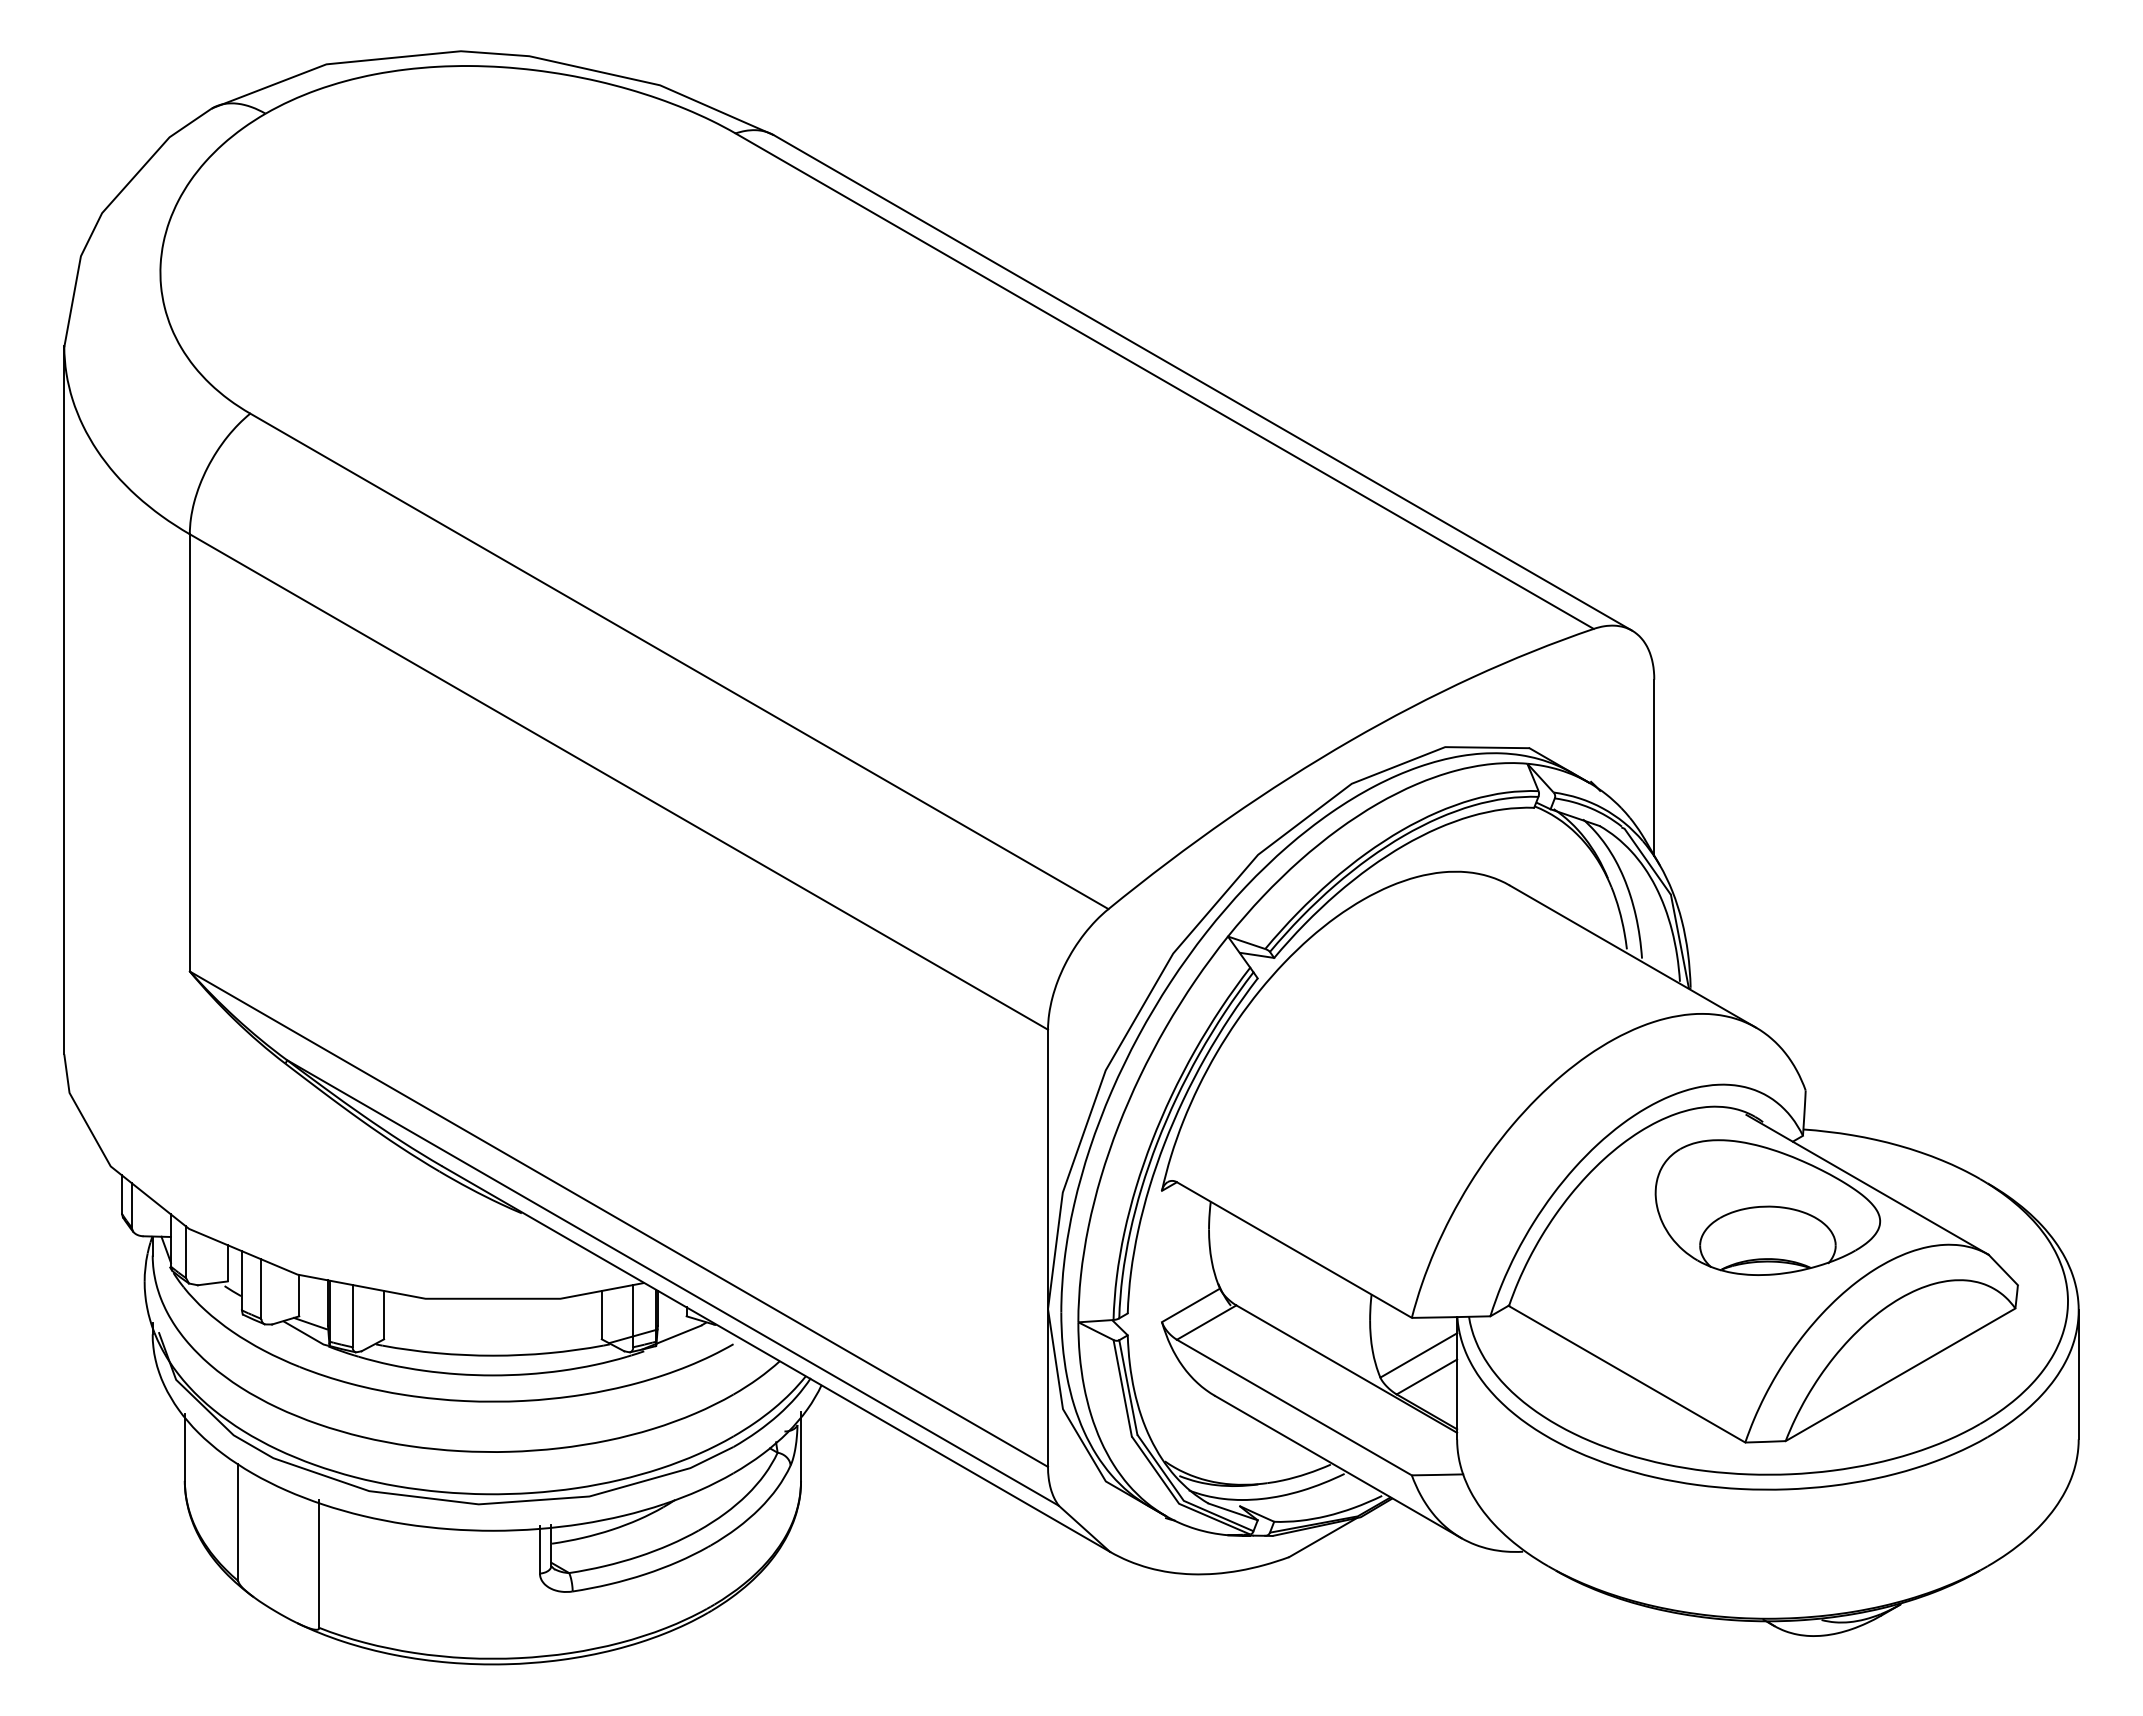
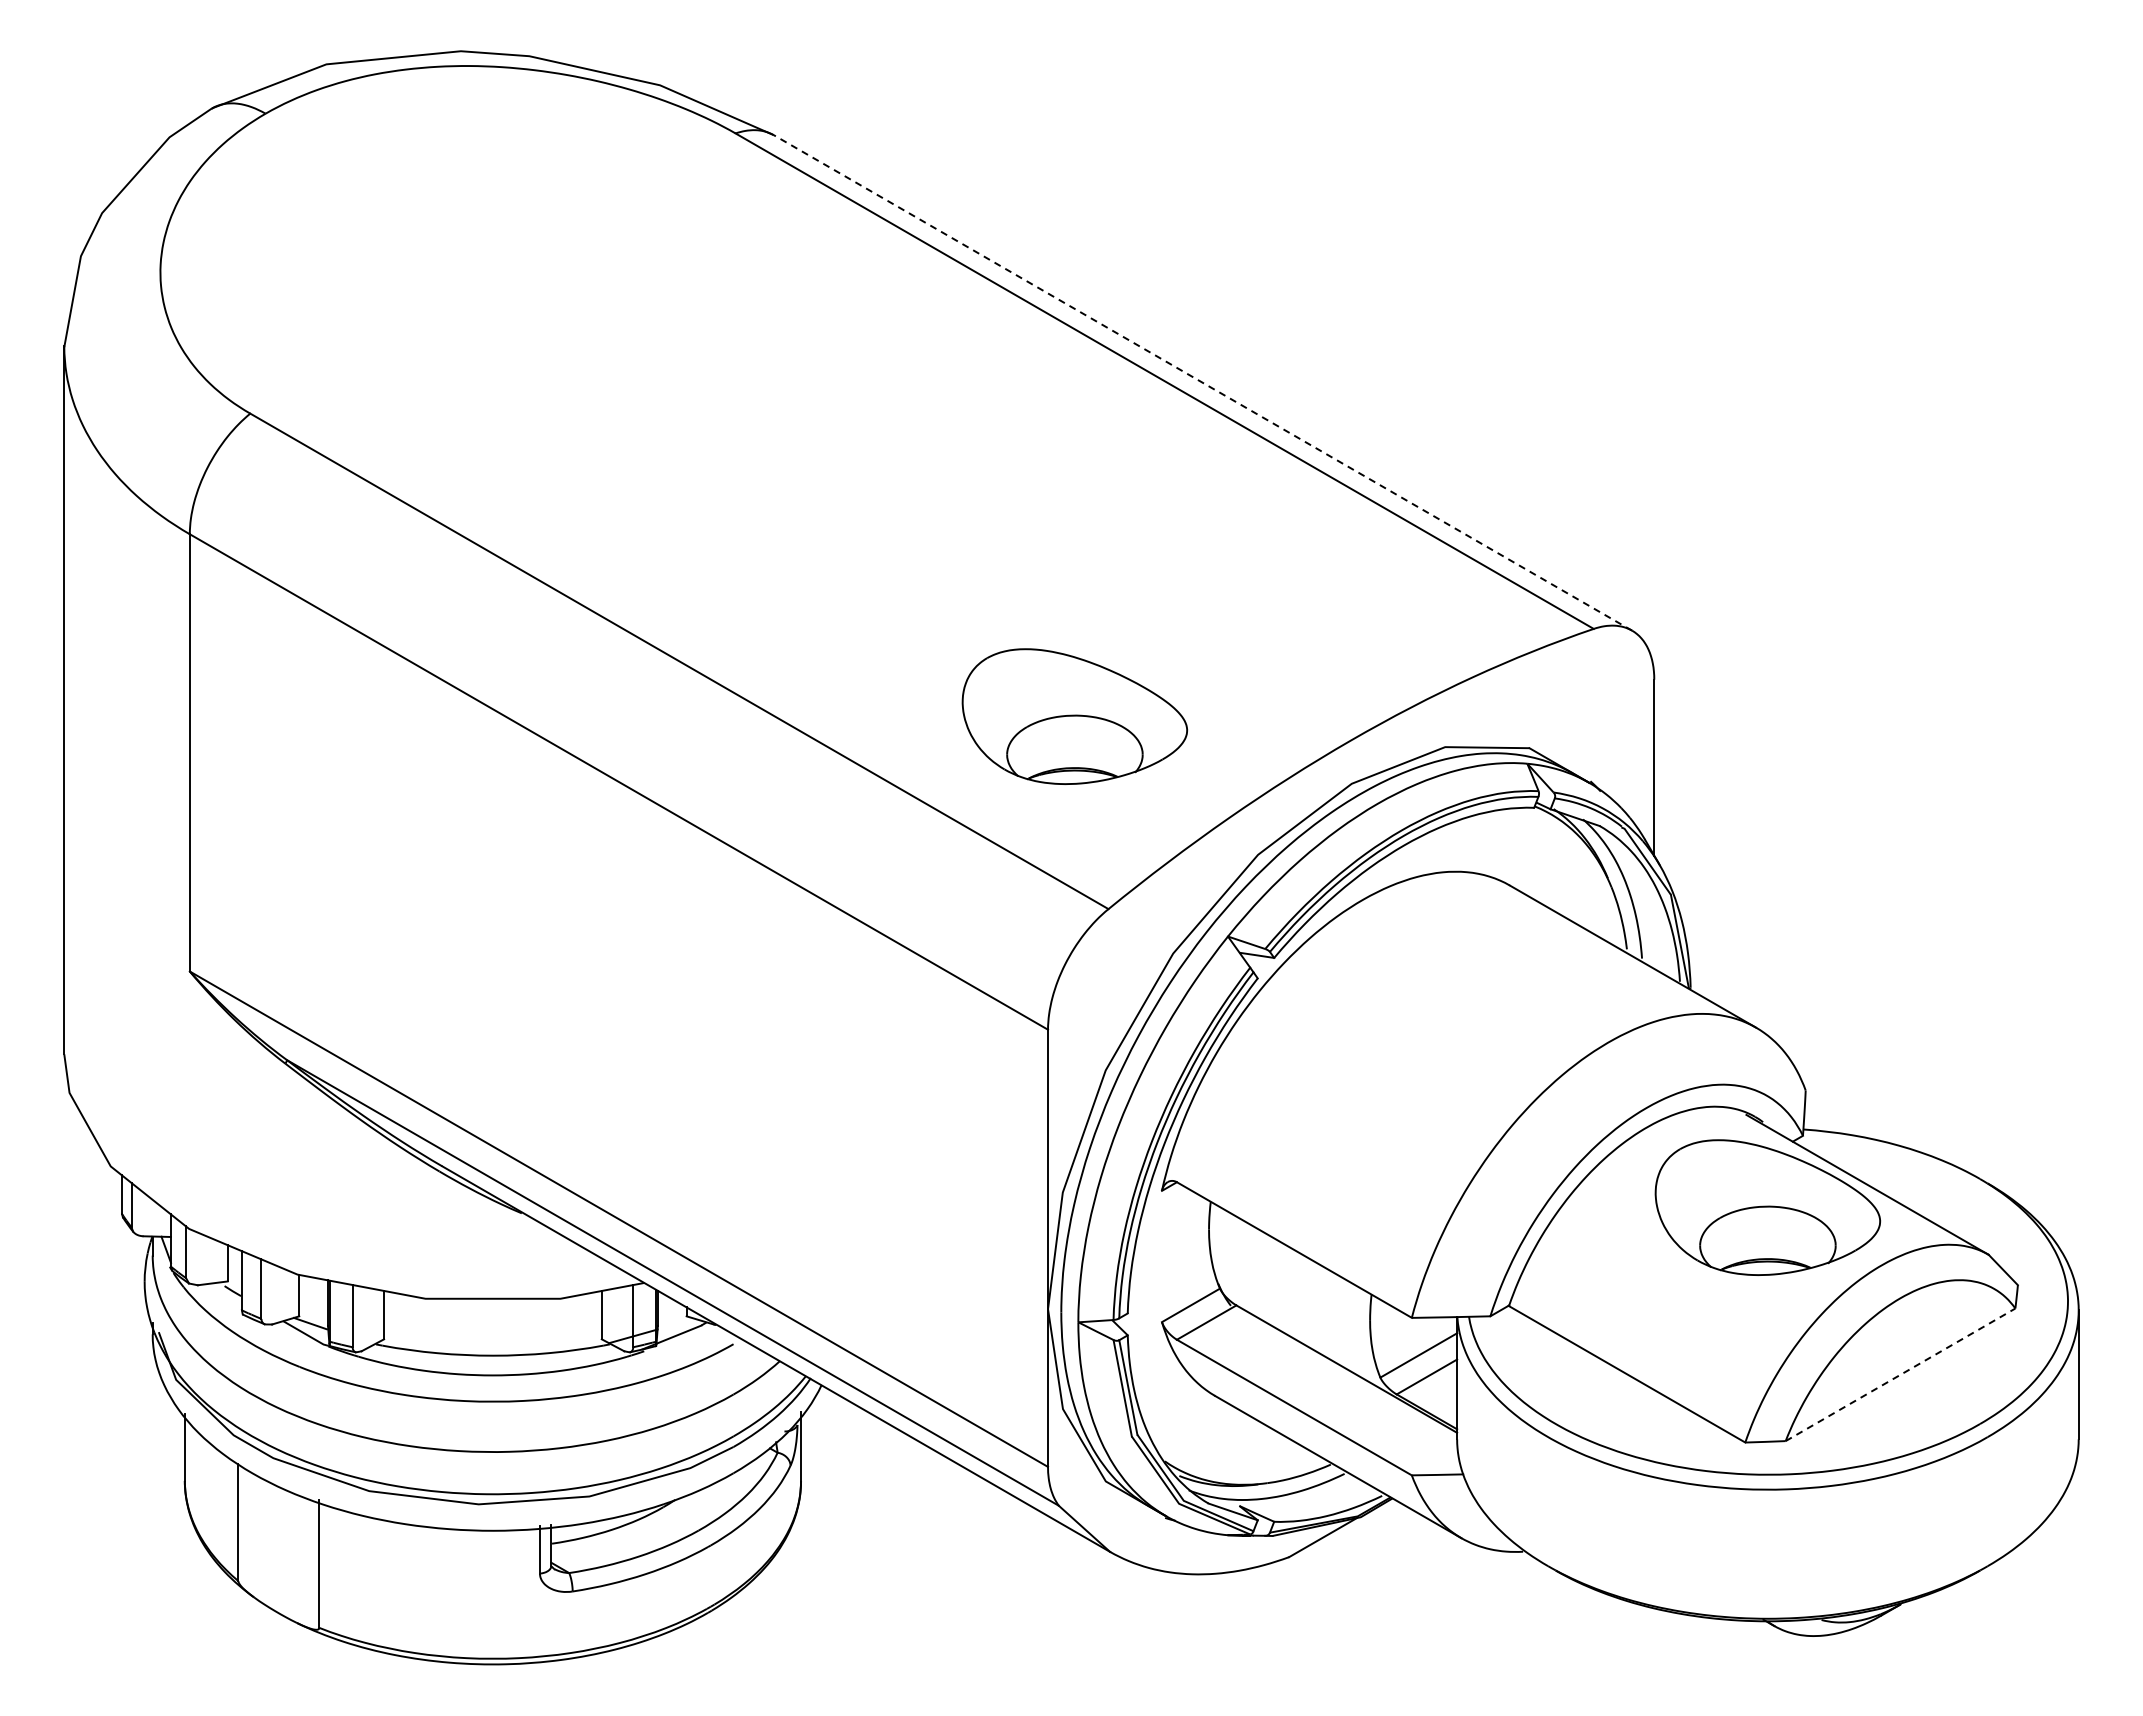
line at (1202, 382): solid -> dashed
part at (1074, 716): none -> present
line at (1900, 1374): solid -> dashed
